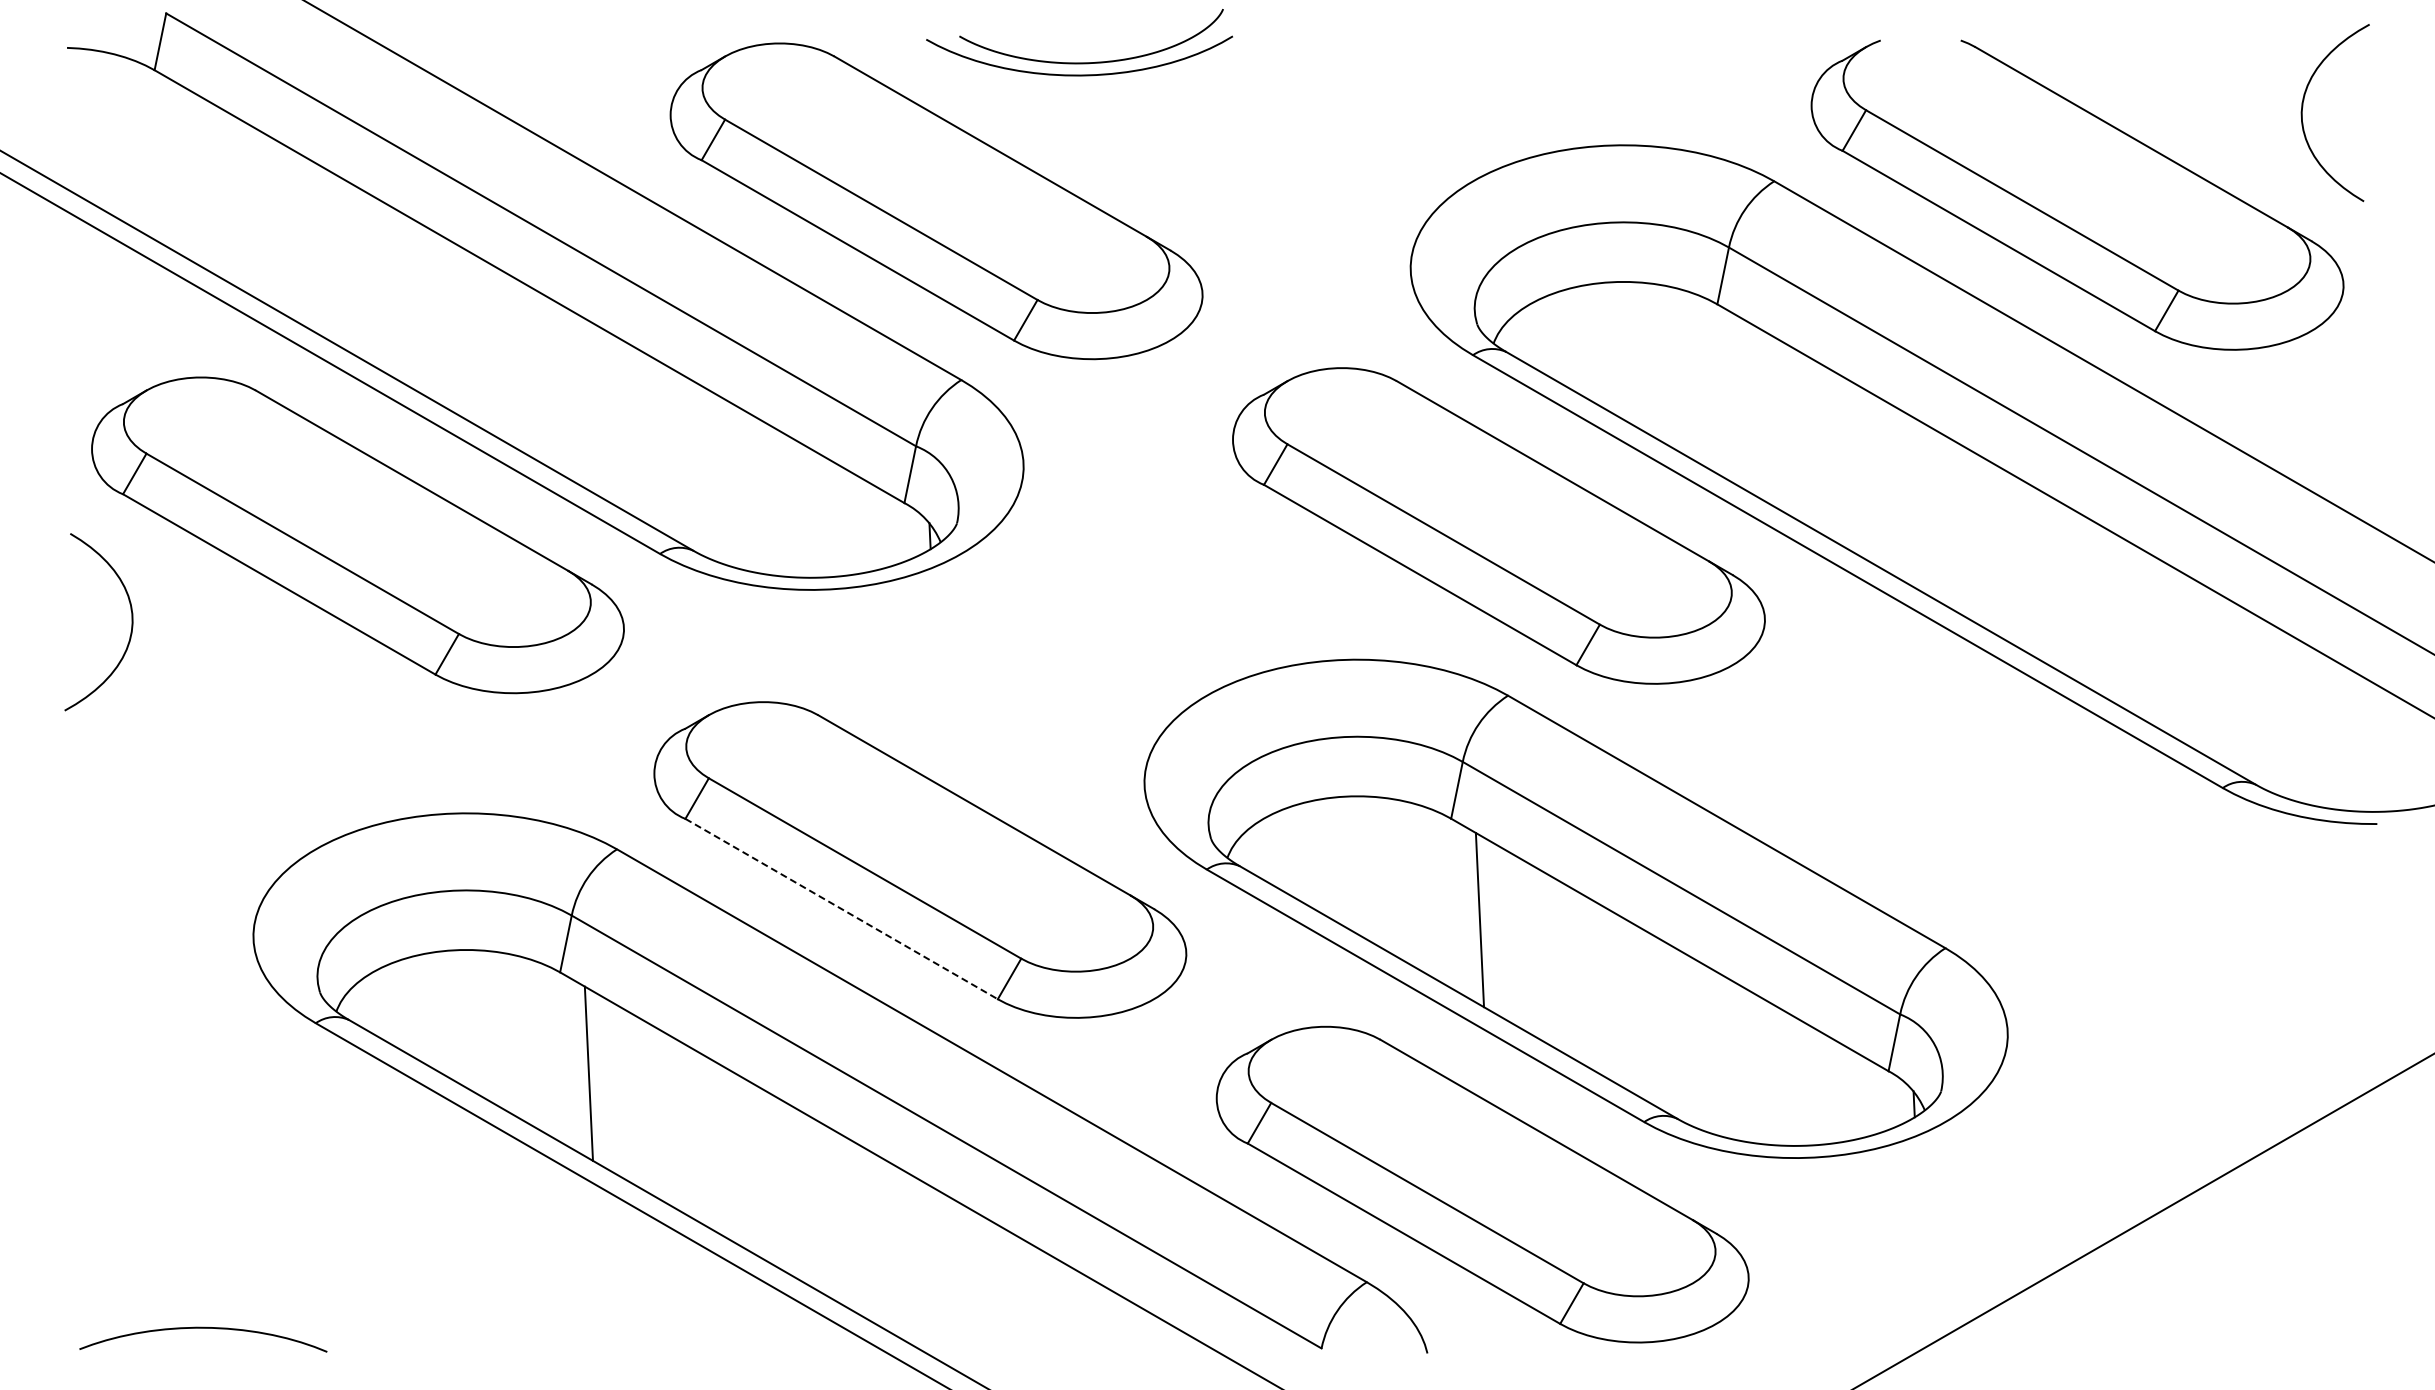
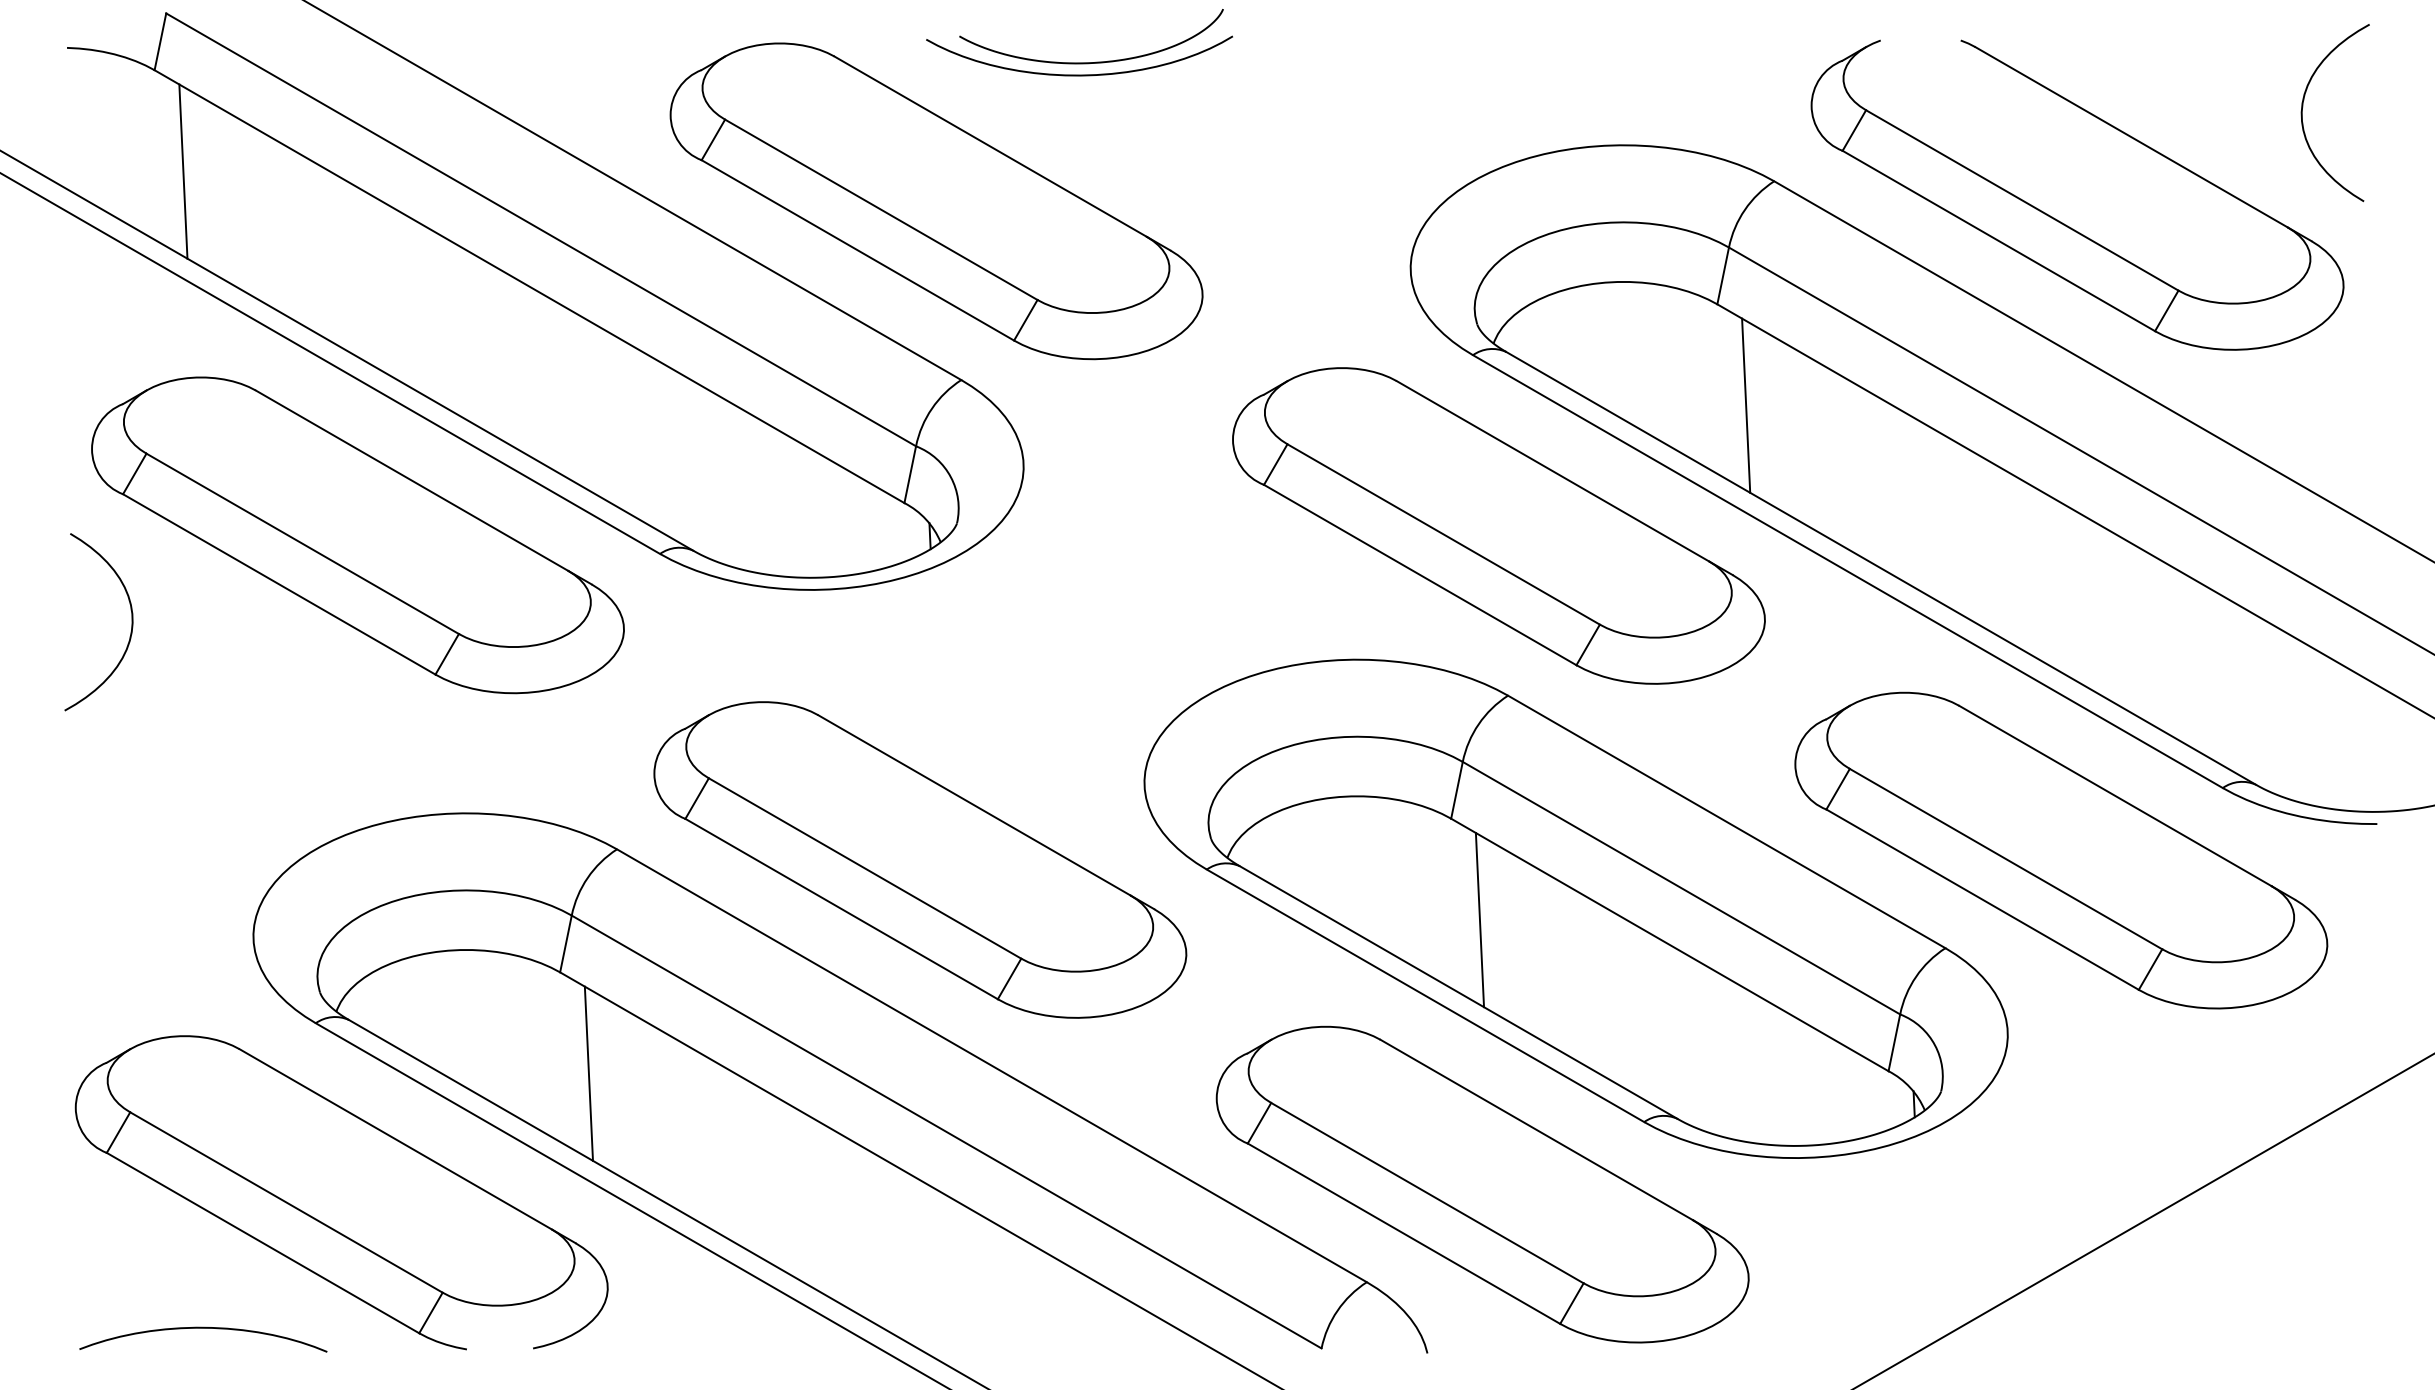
line at (183, 171): none -> present
line at (1746, 405): none -> present
part at (2061, 850): none -> present
line at (842, 909): dashed -> solid
part at (341, 1192): none -> present
